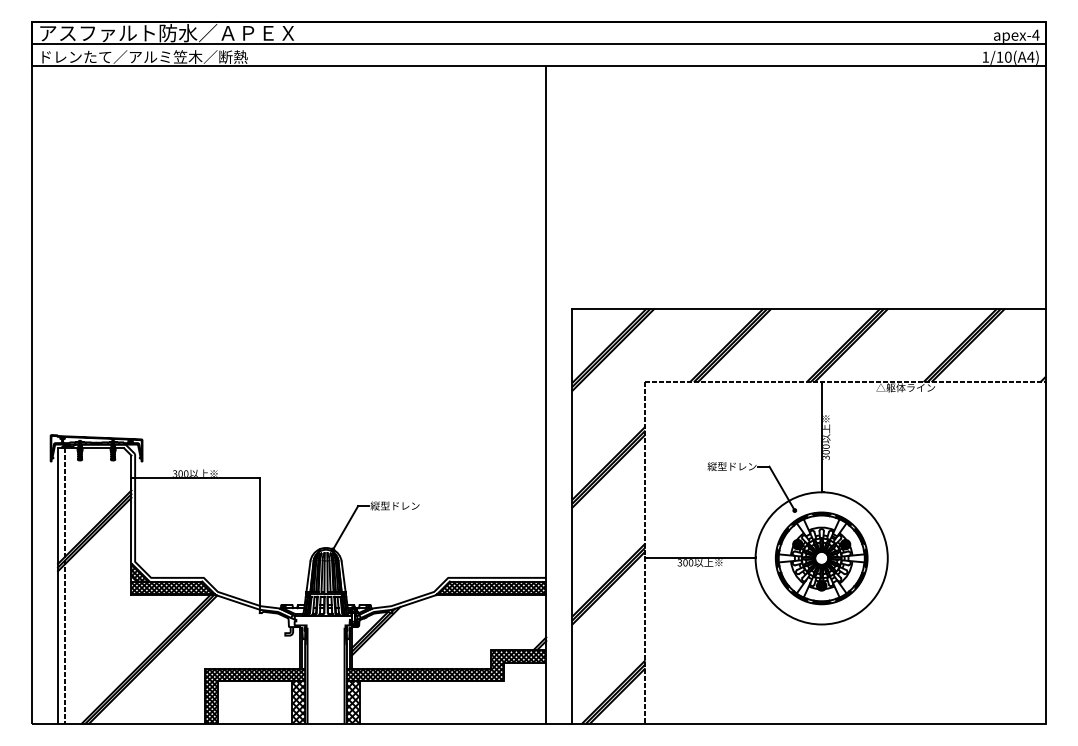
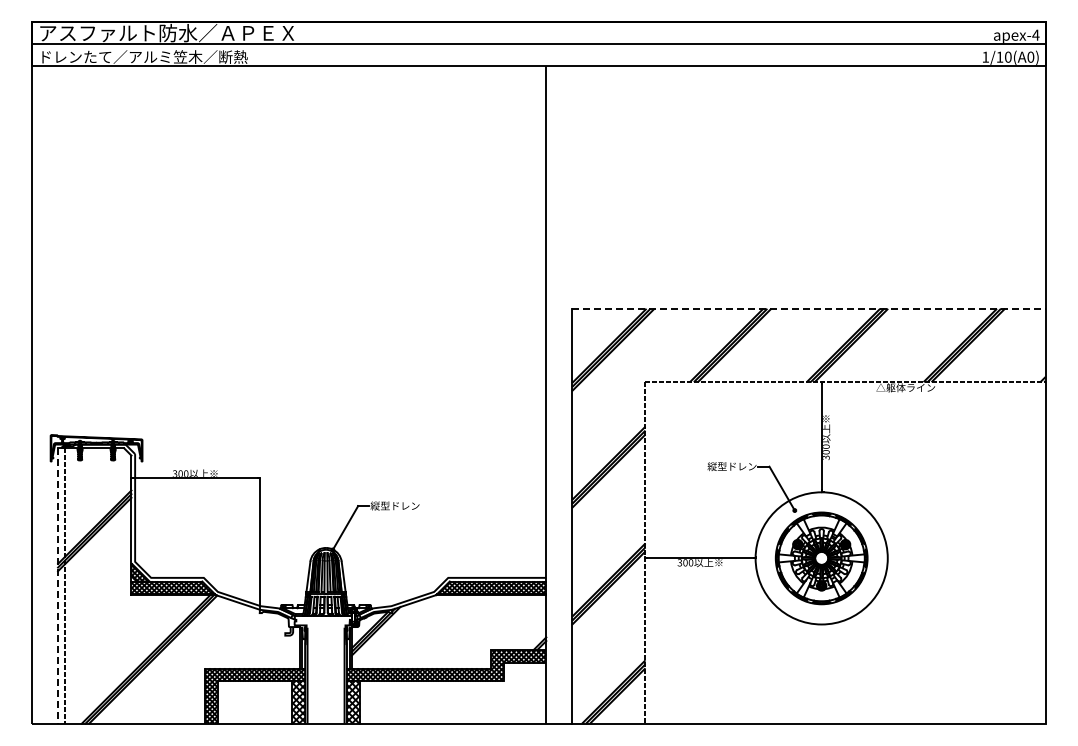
text at (1030, 56): 1/10(A4) -> 1/10(A0)
line at (808, 308): solid -> dashed
line at (58, 585): solid -> dashed
